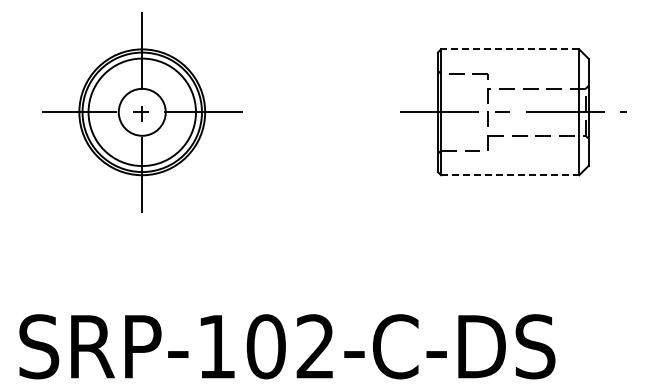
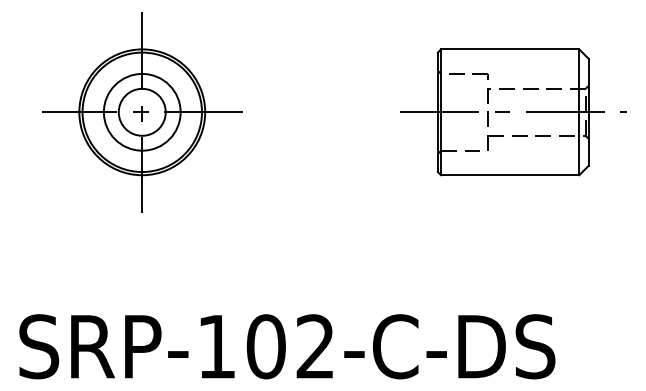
line at (509, 49): dashed -> solid
circle at (142, 112) diameter: 107 px -> 77 px
line at (510, 175): dashed -> solid
